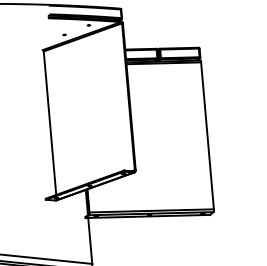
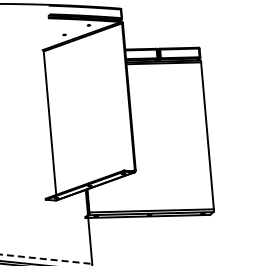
line at (46, 259): solid -> dashed
